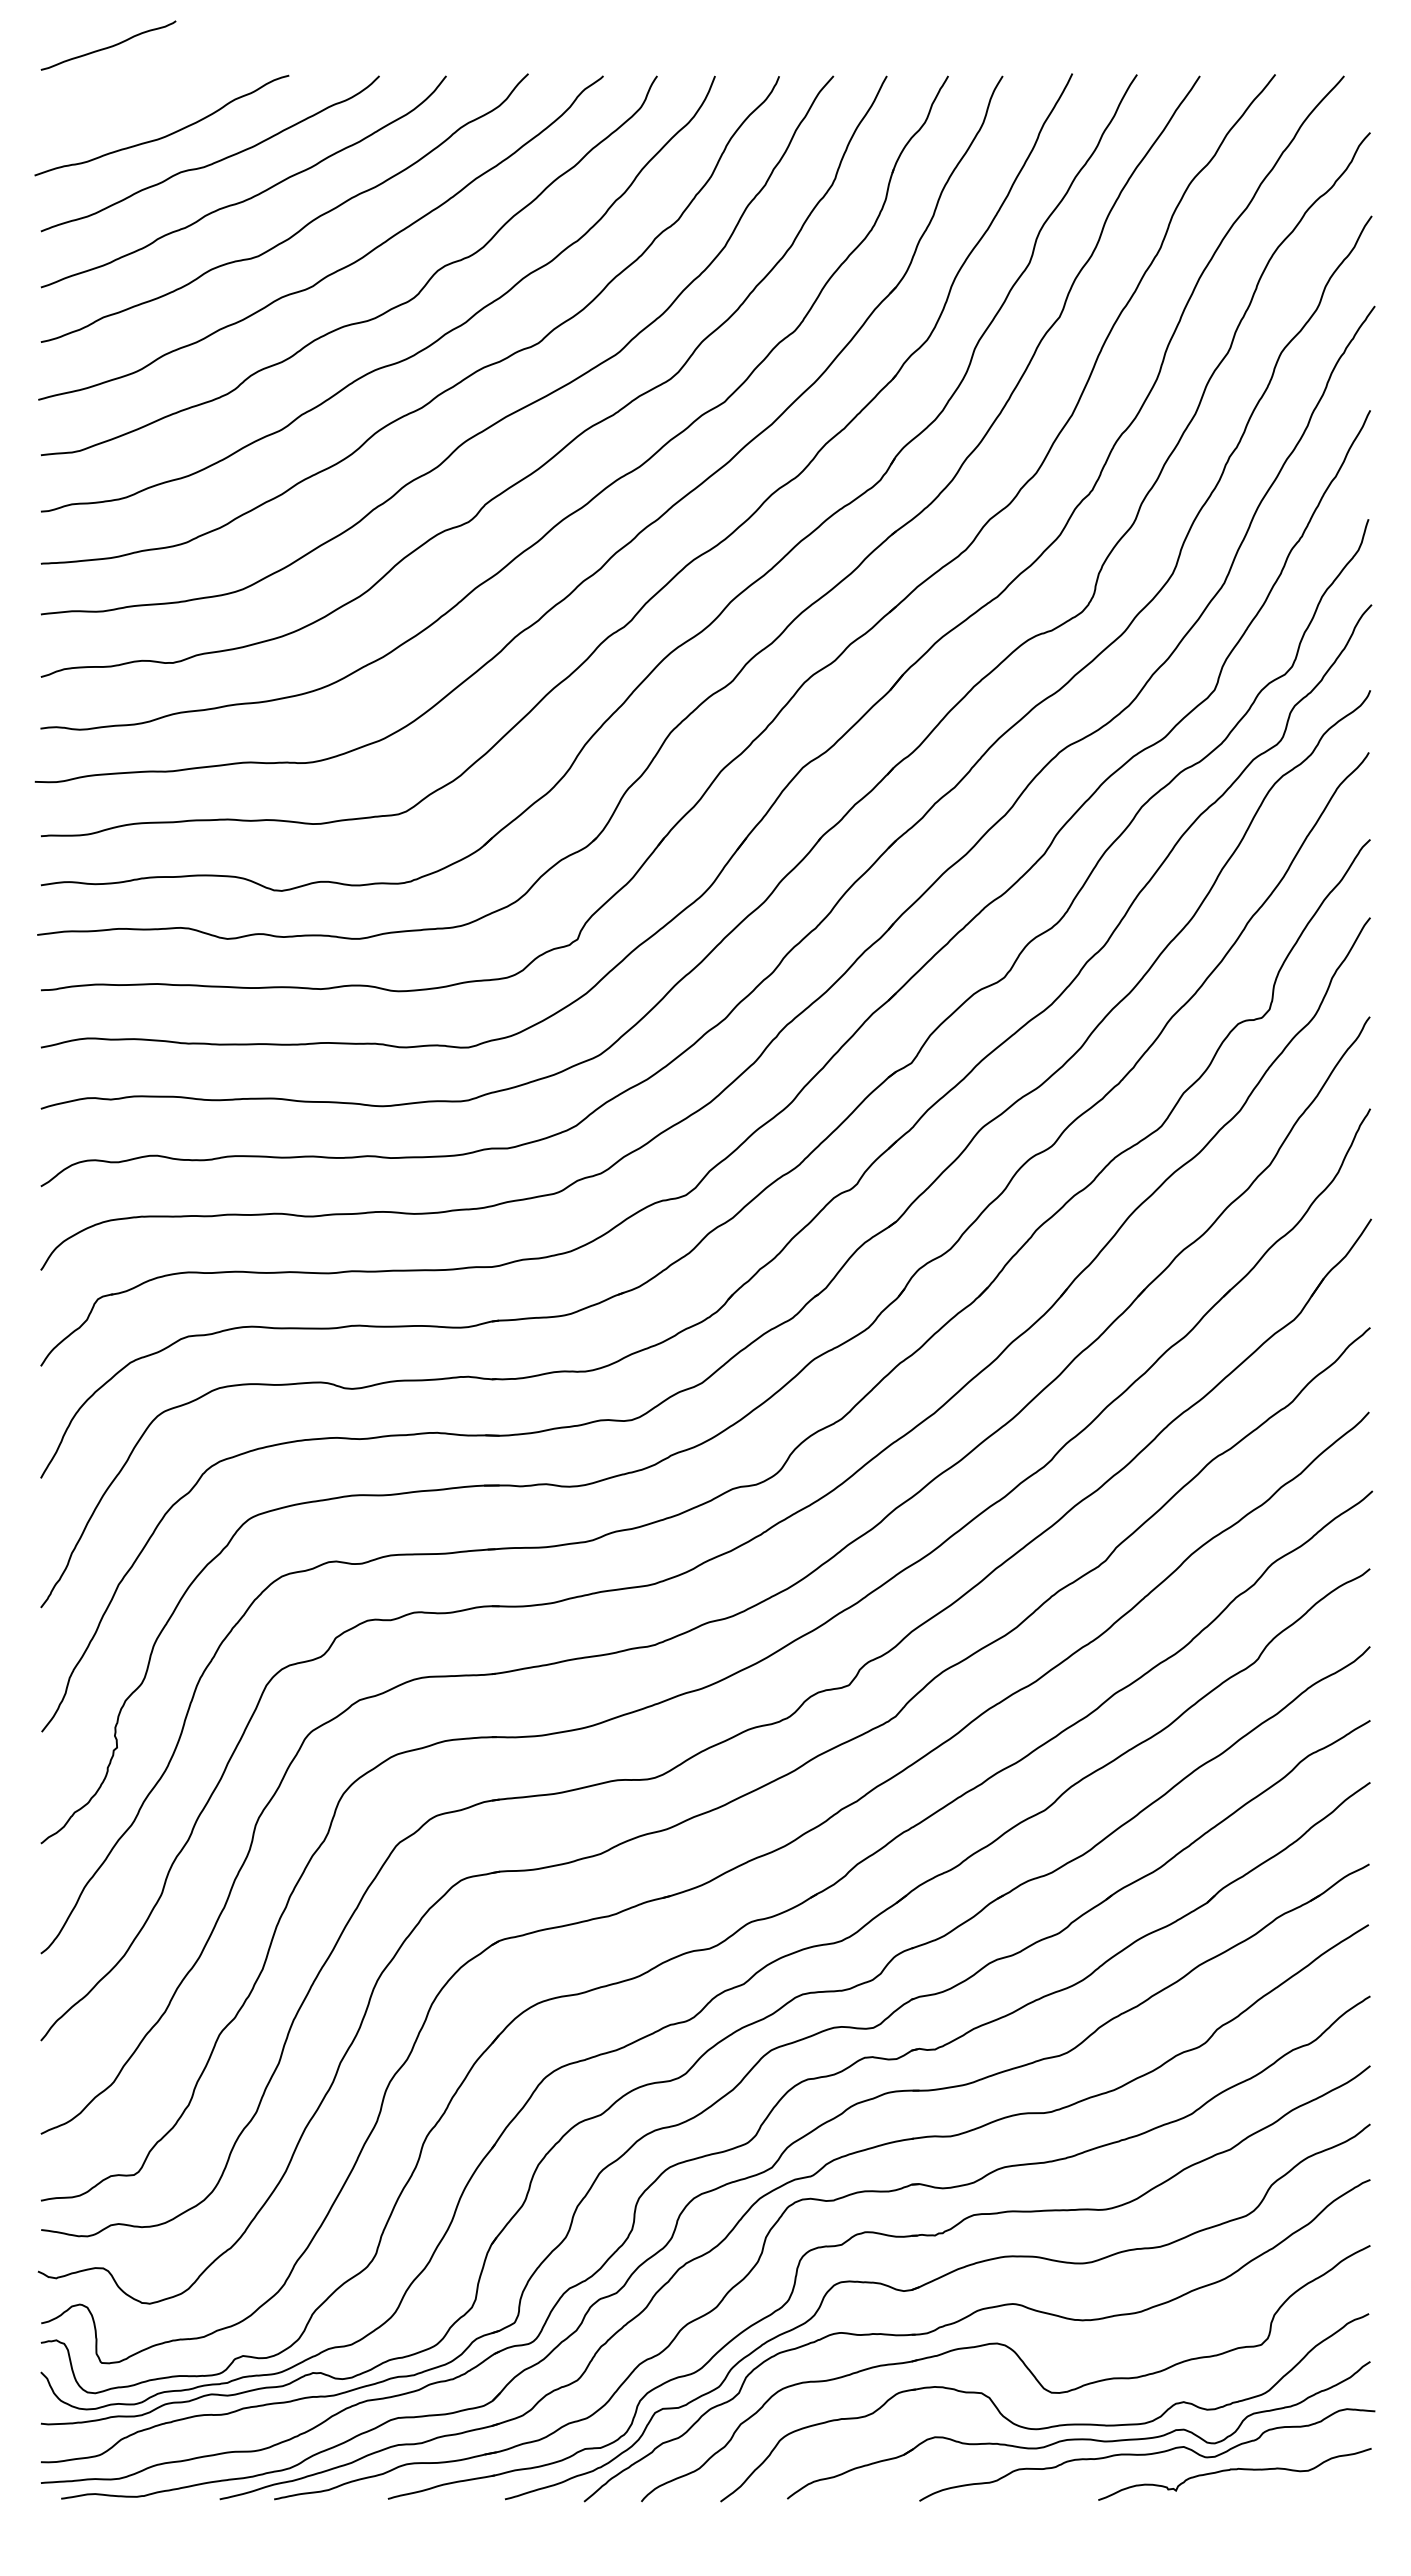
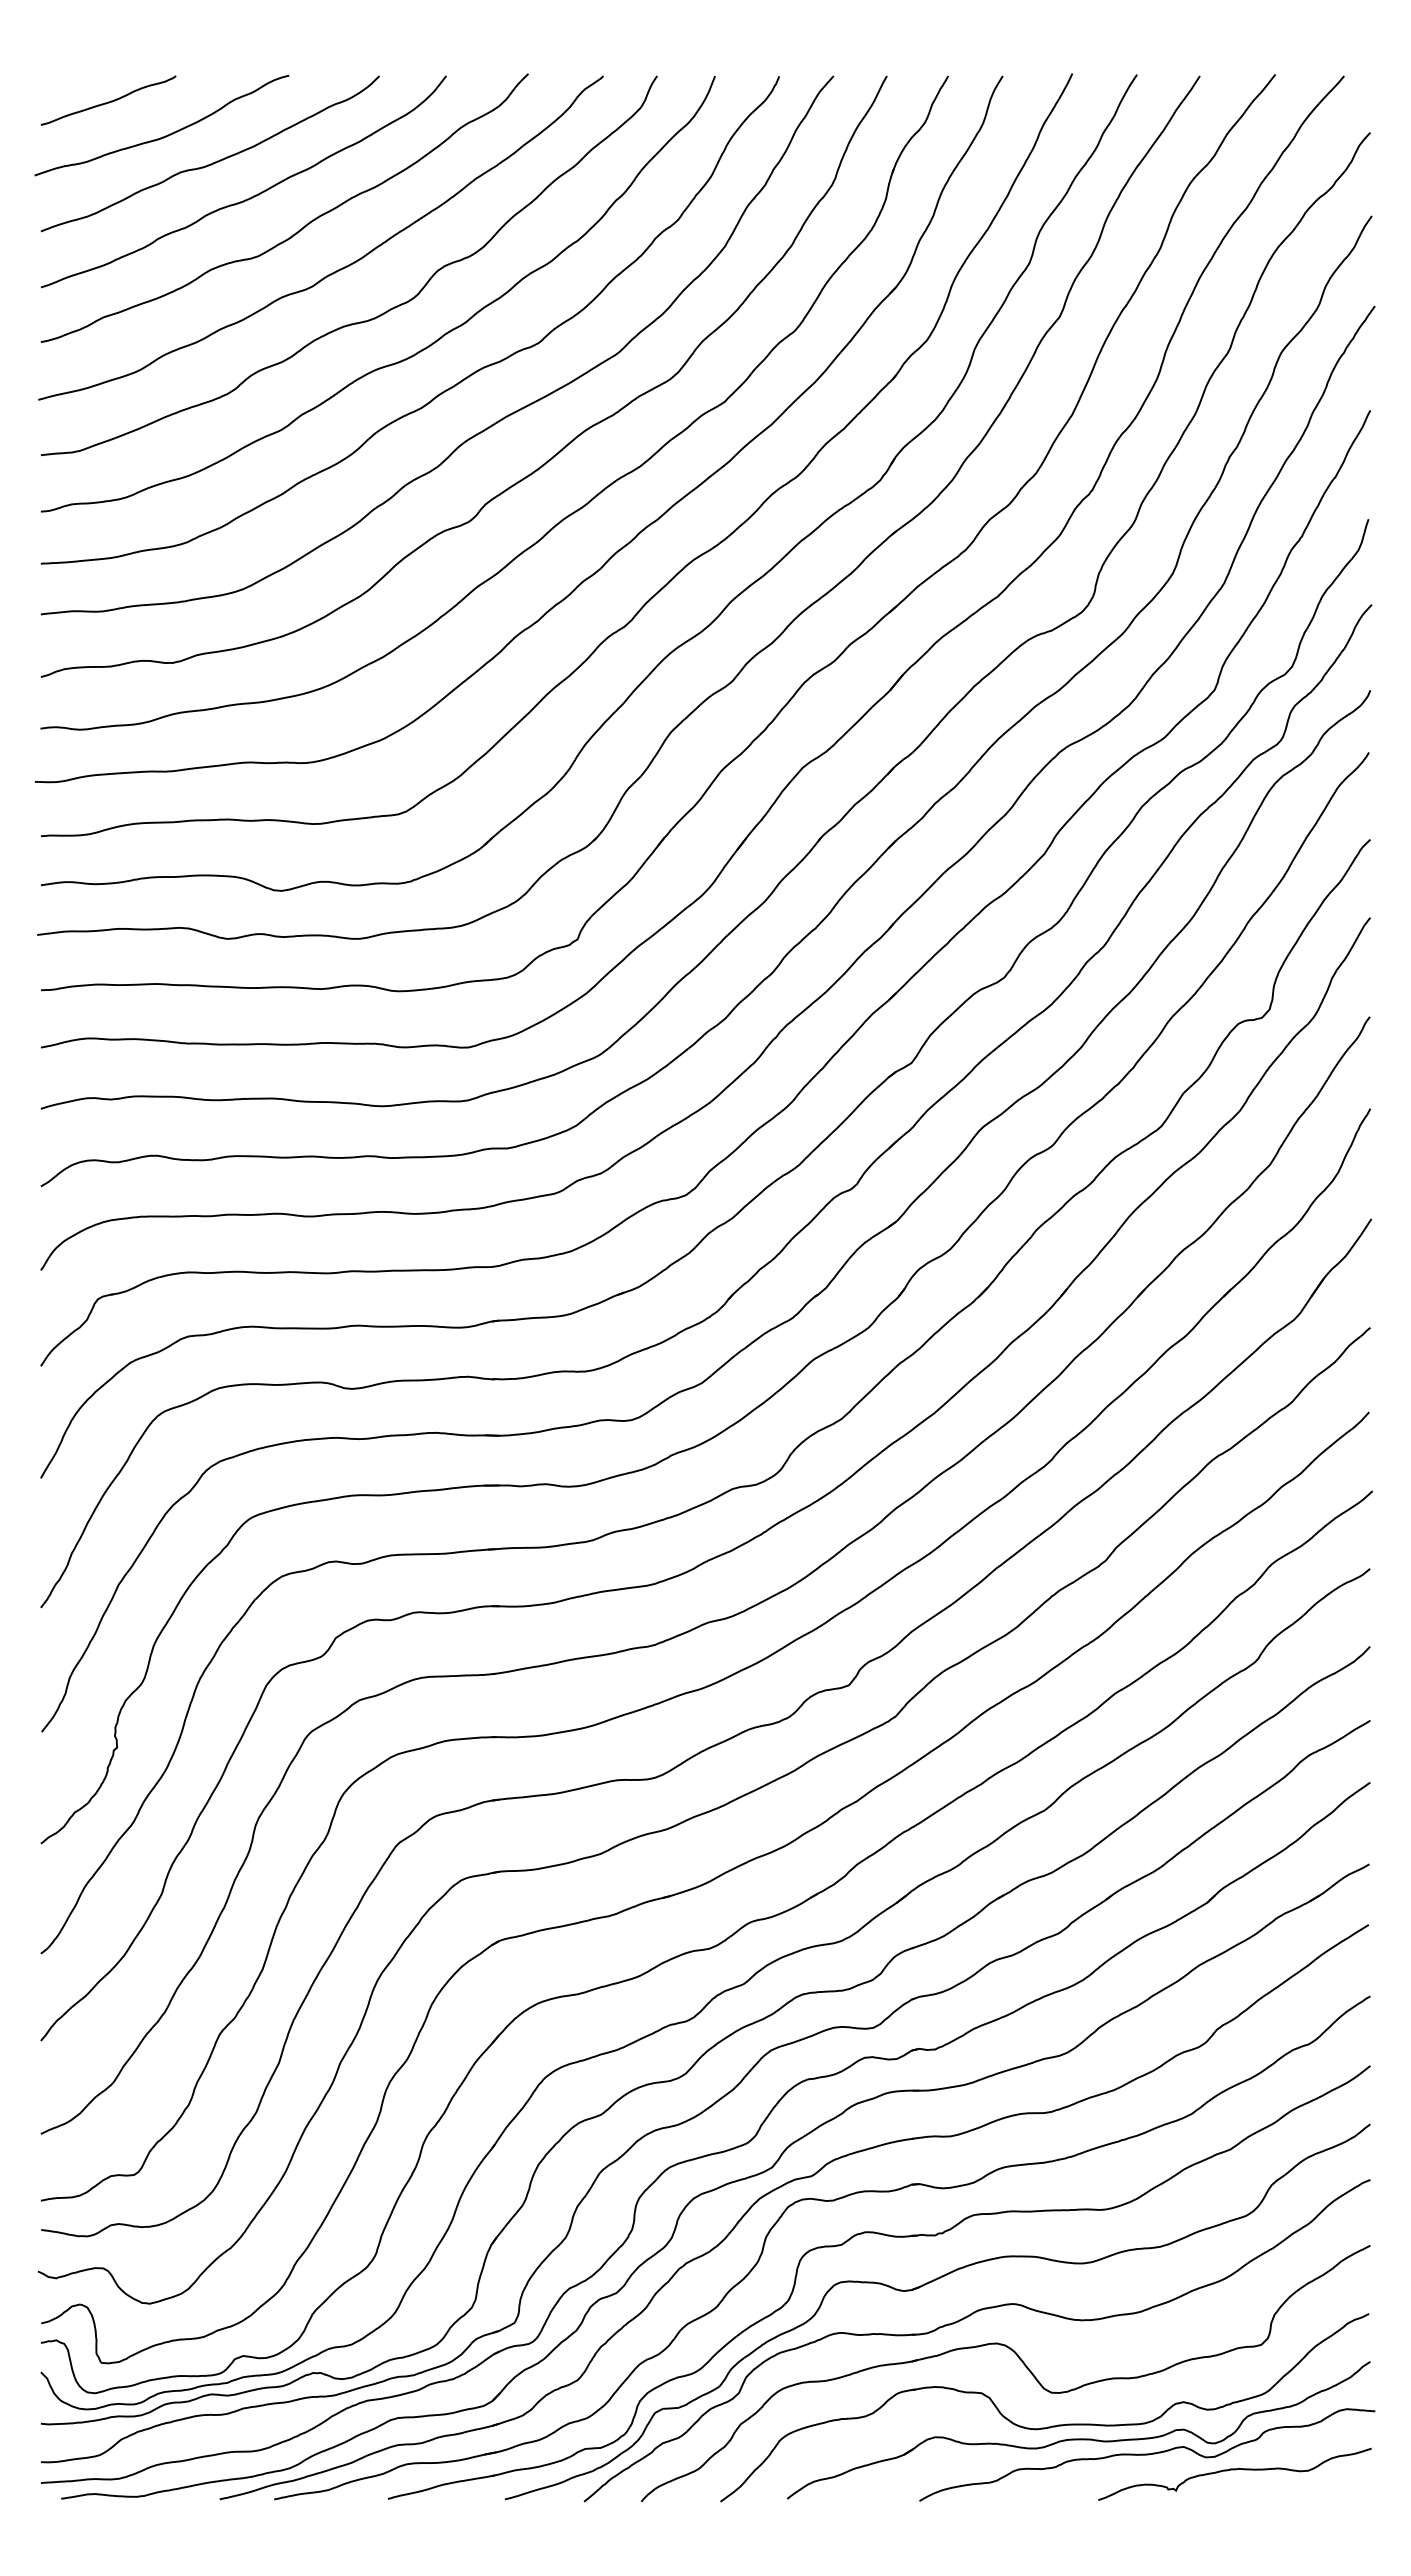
curve at (108, 46) position: (108, 46) -> (108, 101)
